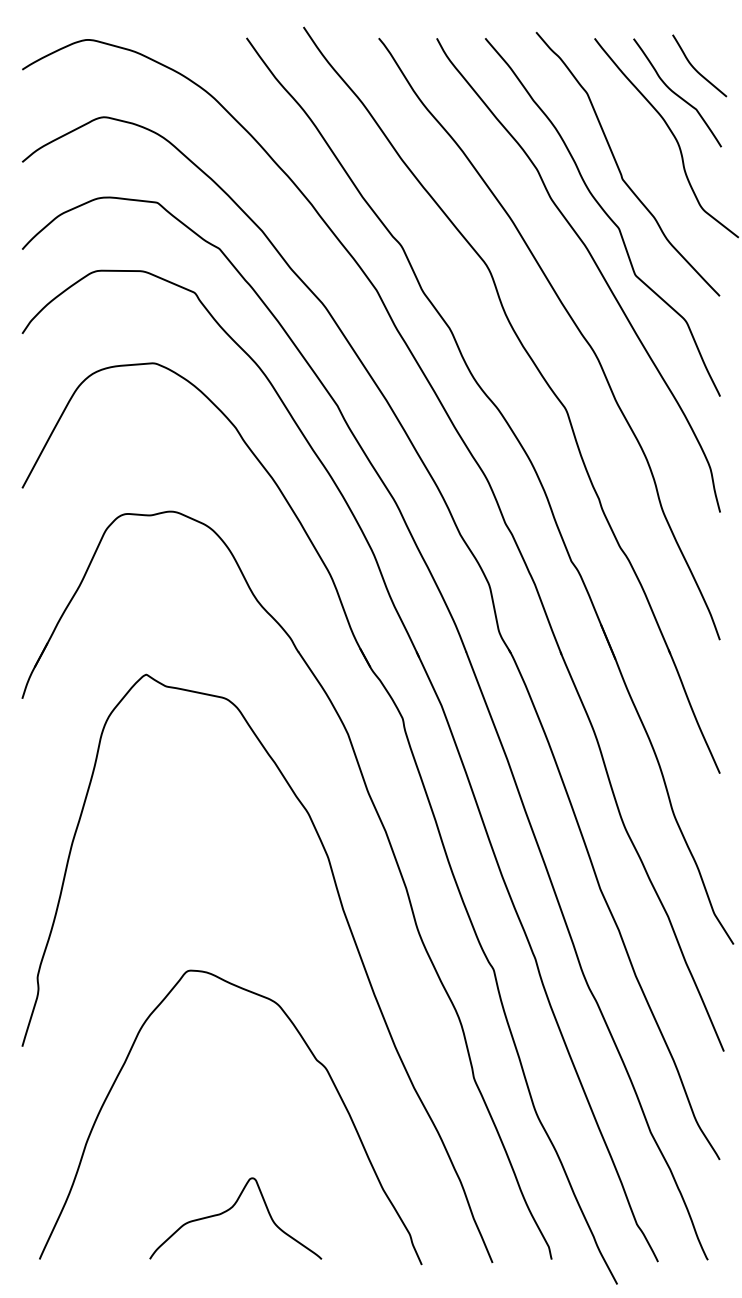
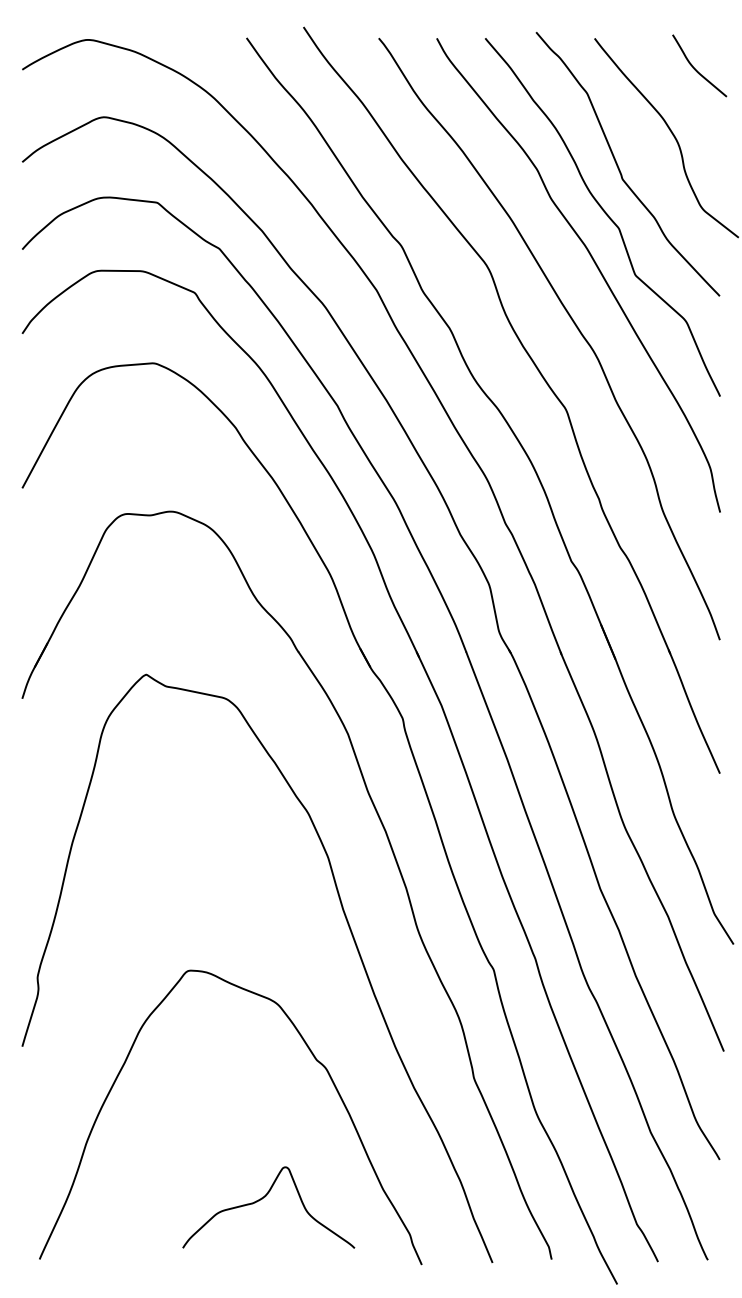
curve at (676, 93): present -> none
curve at (229, 1210) position: (229, 1210) -> (262, 1199)
